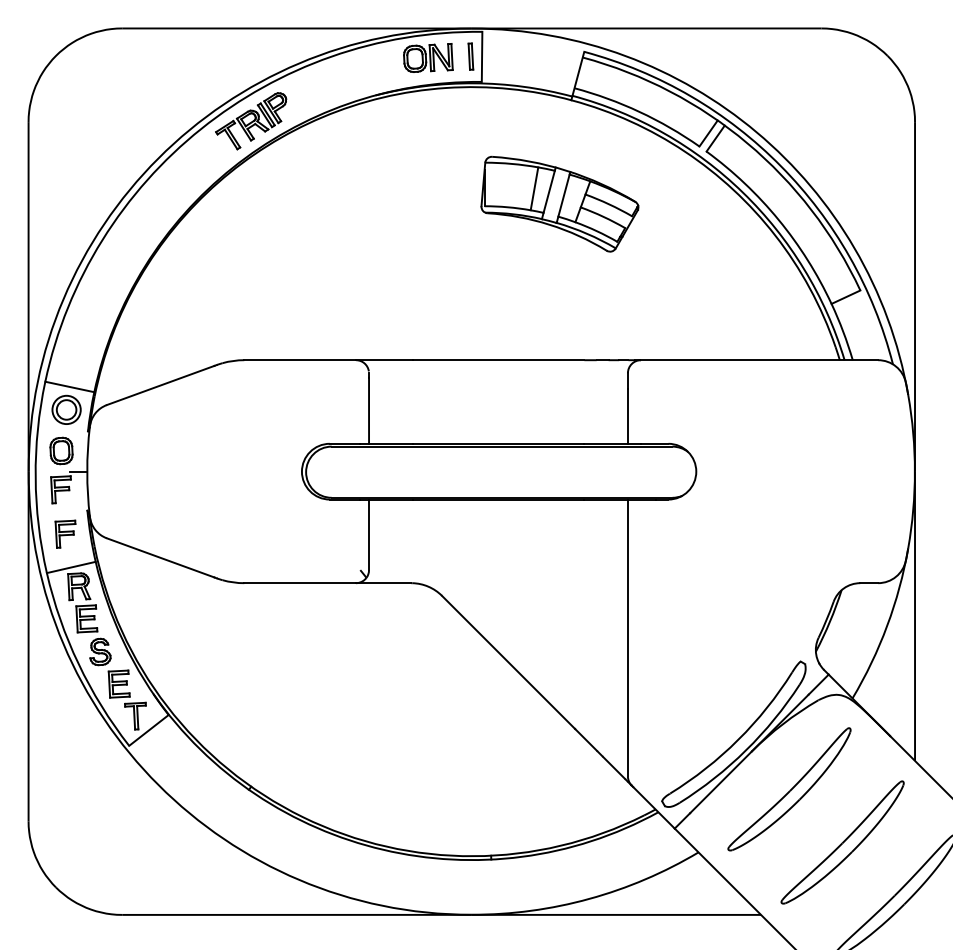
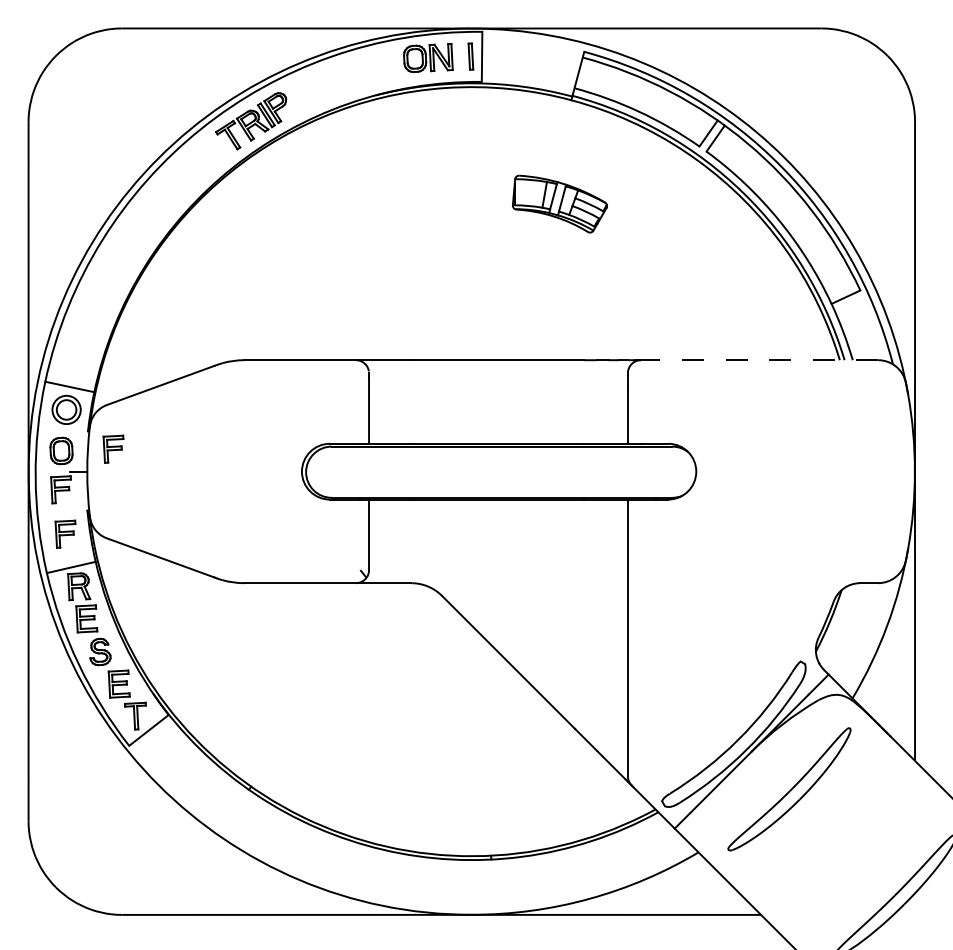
part at (559, 203) size: 160x98 px -> 97x60 px
line at (759, 360): solid -> dashed
part at (113, 448): none -> present
part at (842, 842): present -> none
